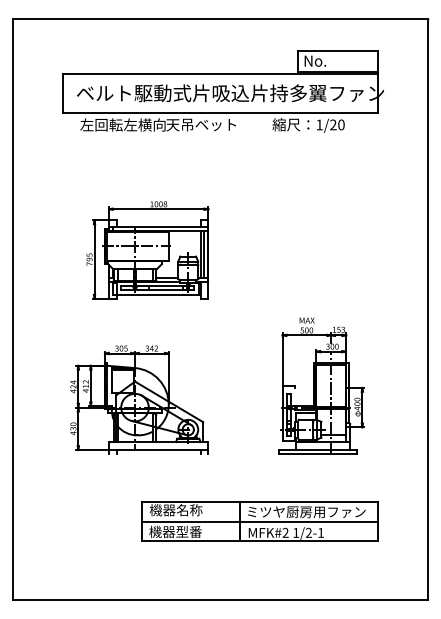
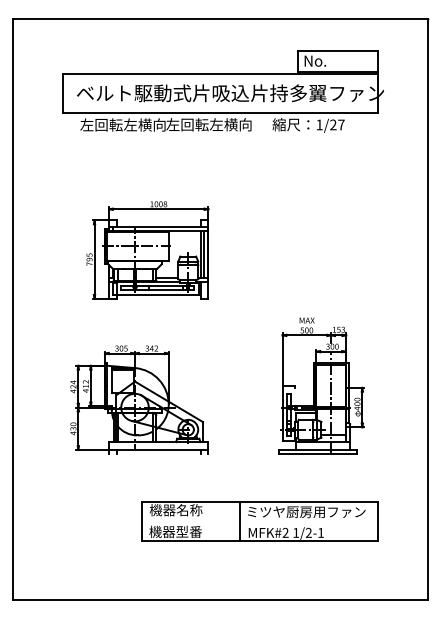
text at (208, 124): 天吊ベット -> 左回転左横向
text at (341, 124): 1/20 -> 1/27
line at (259, 521): present -> none
